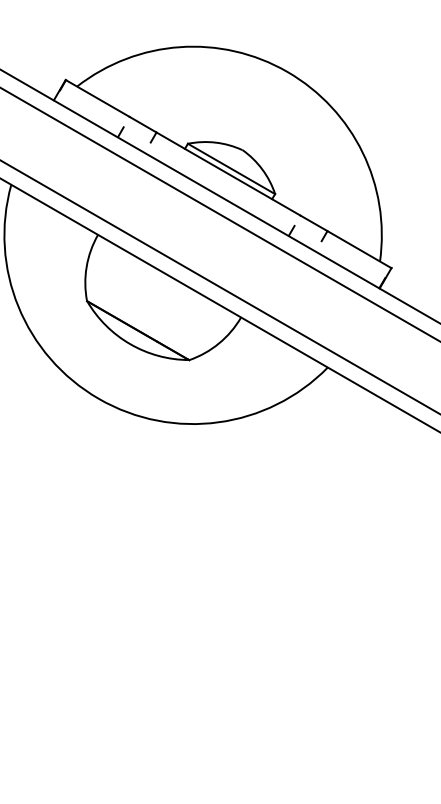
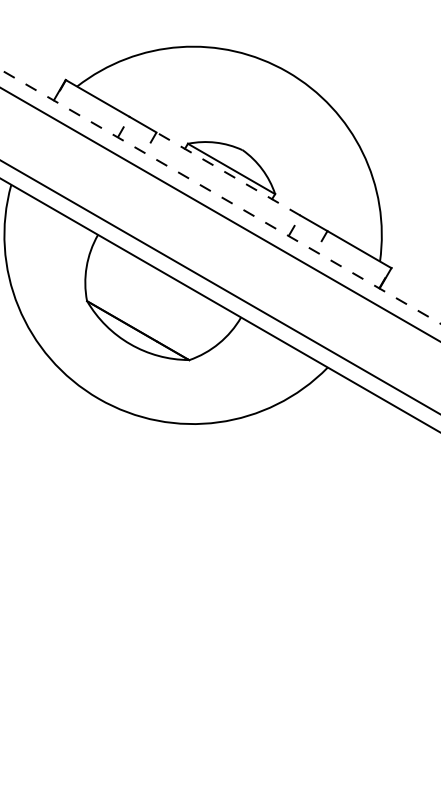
line at (228, 173): solid -> dashed
line at (220, 196): solid -> dashed
